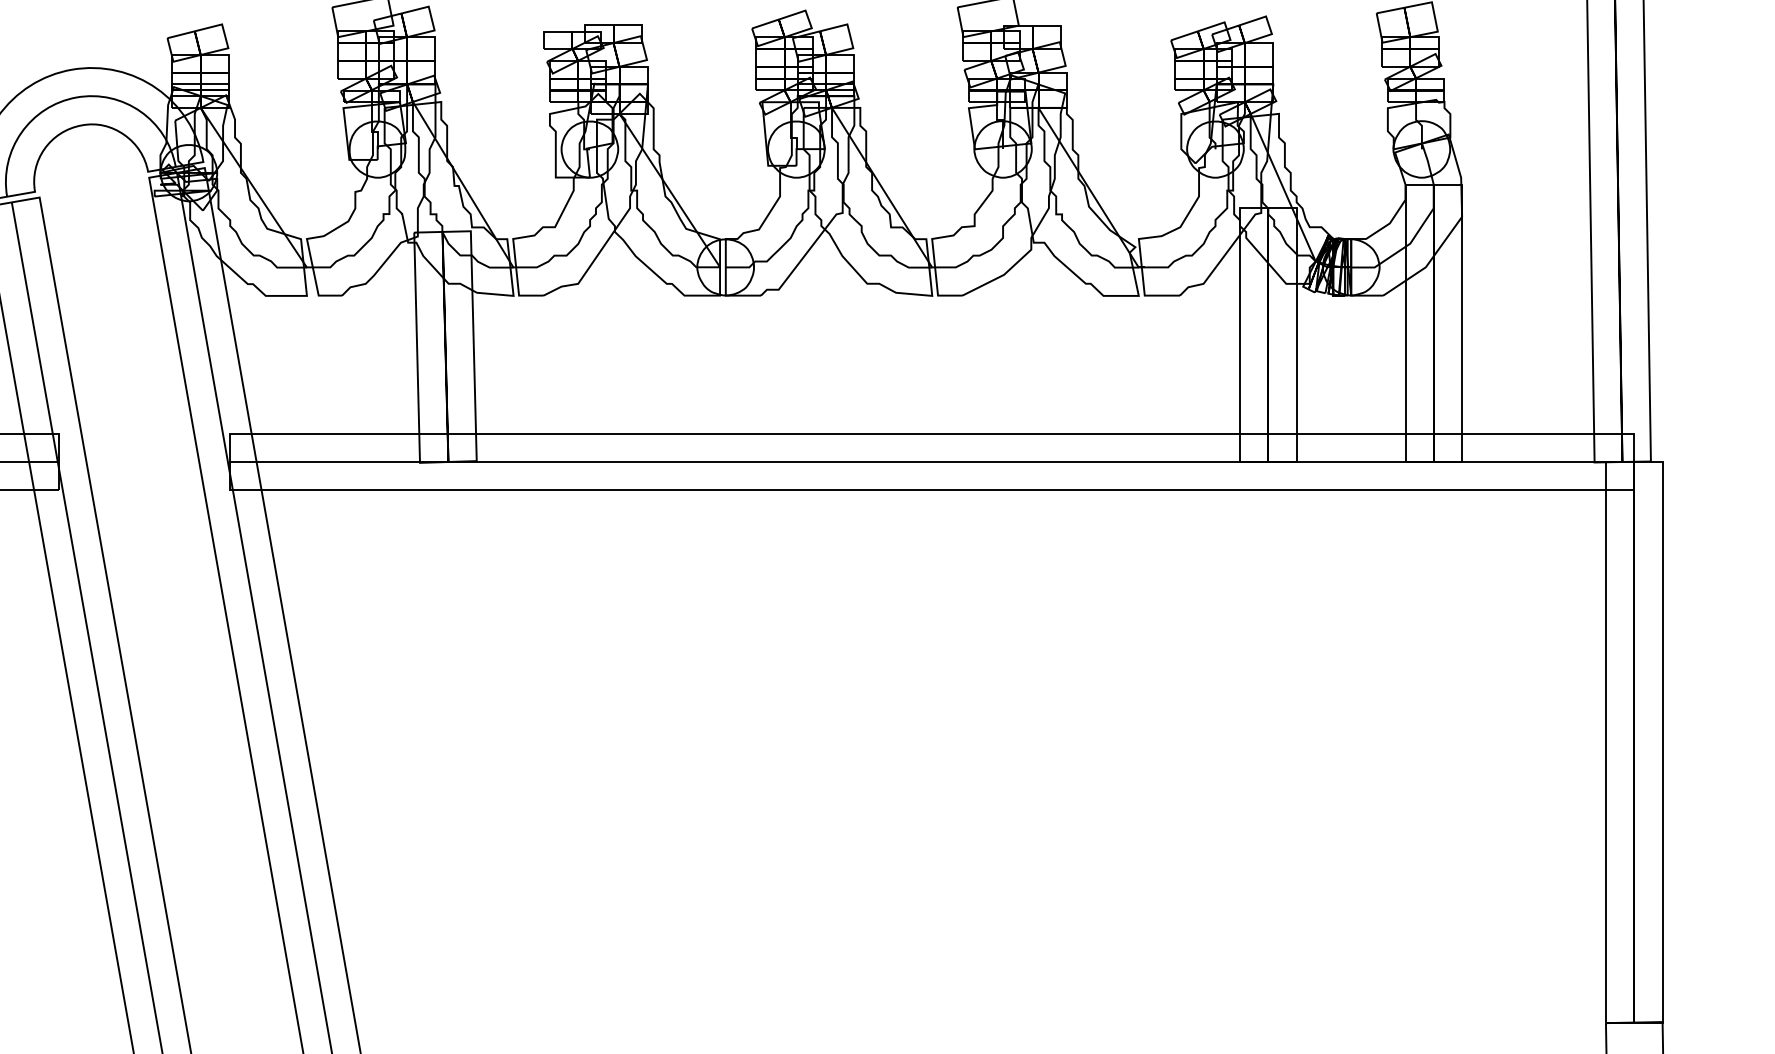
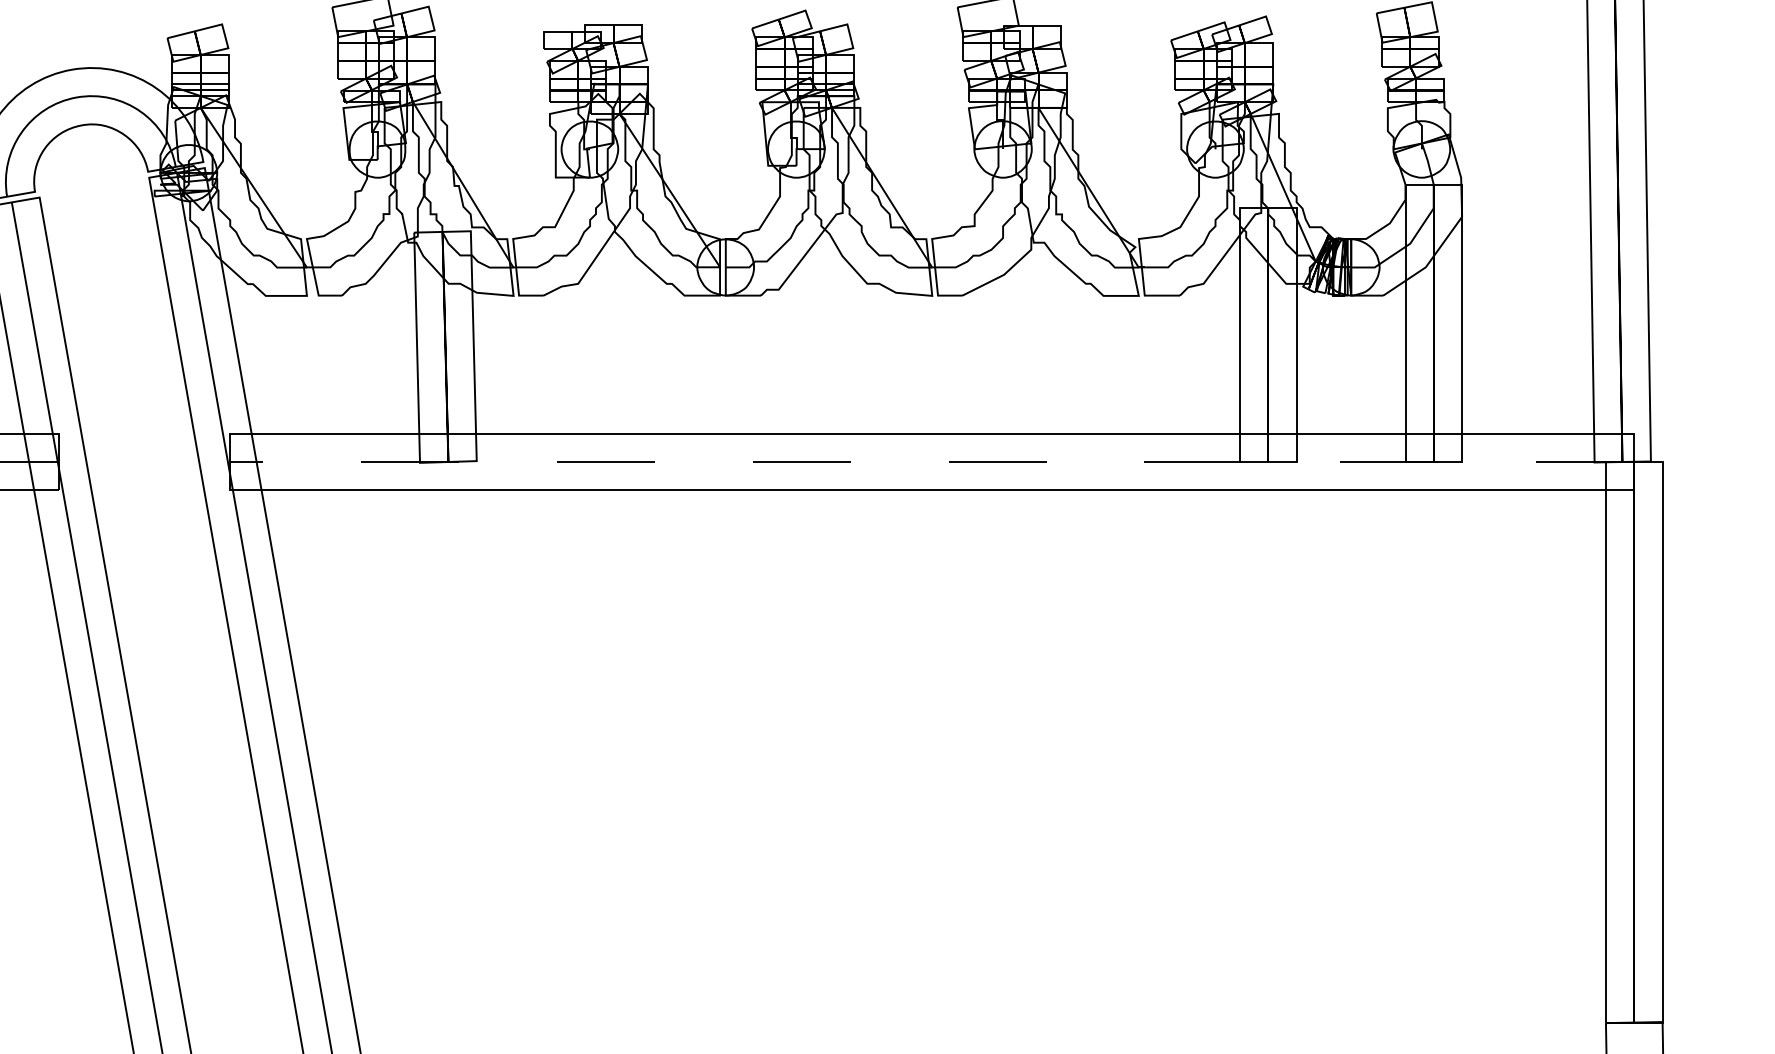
line at (931, 461): solid -> dashed
